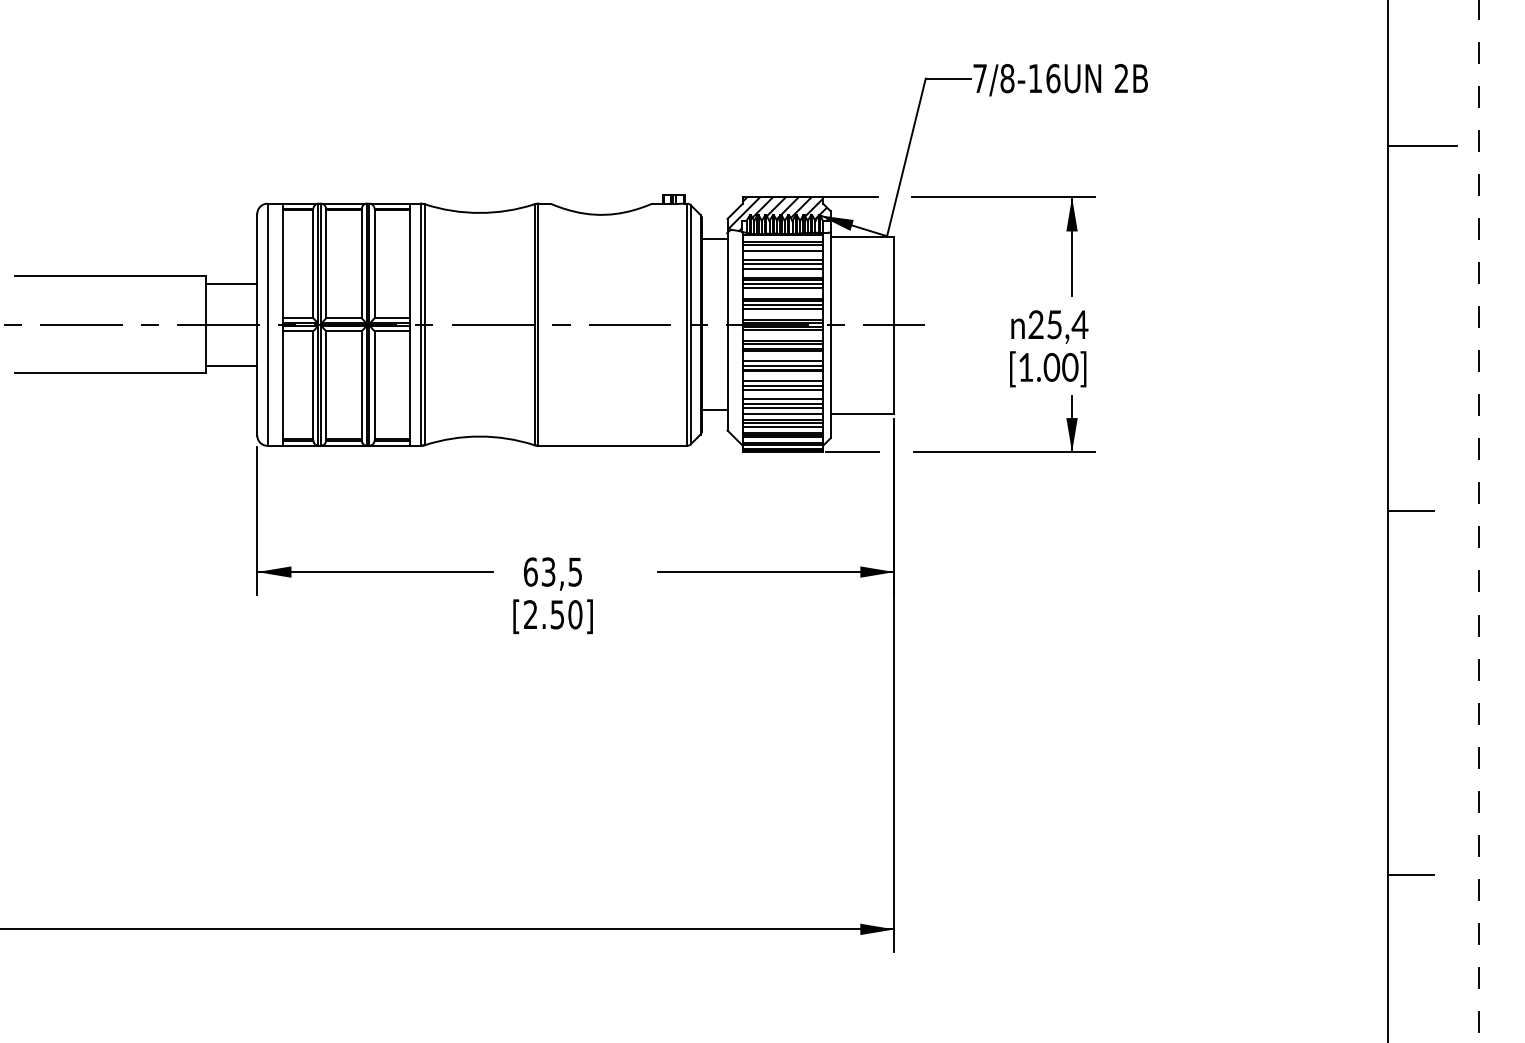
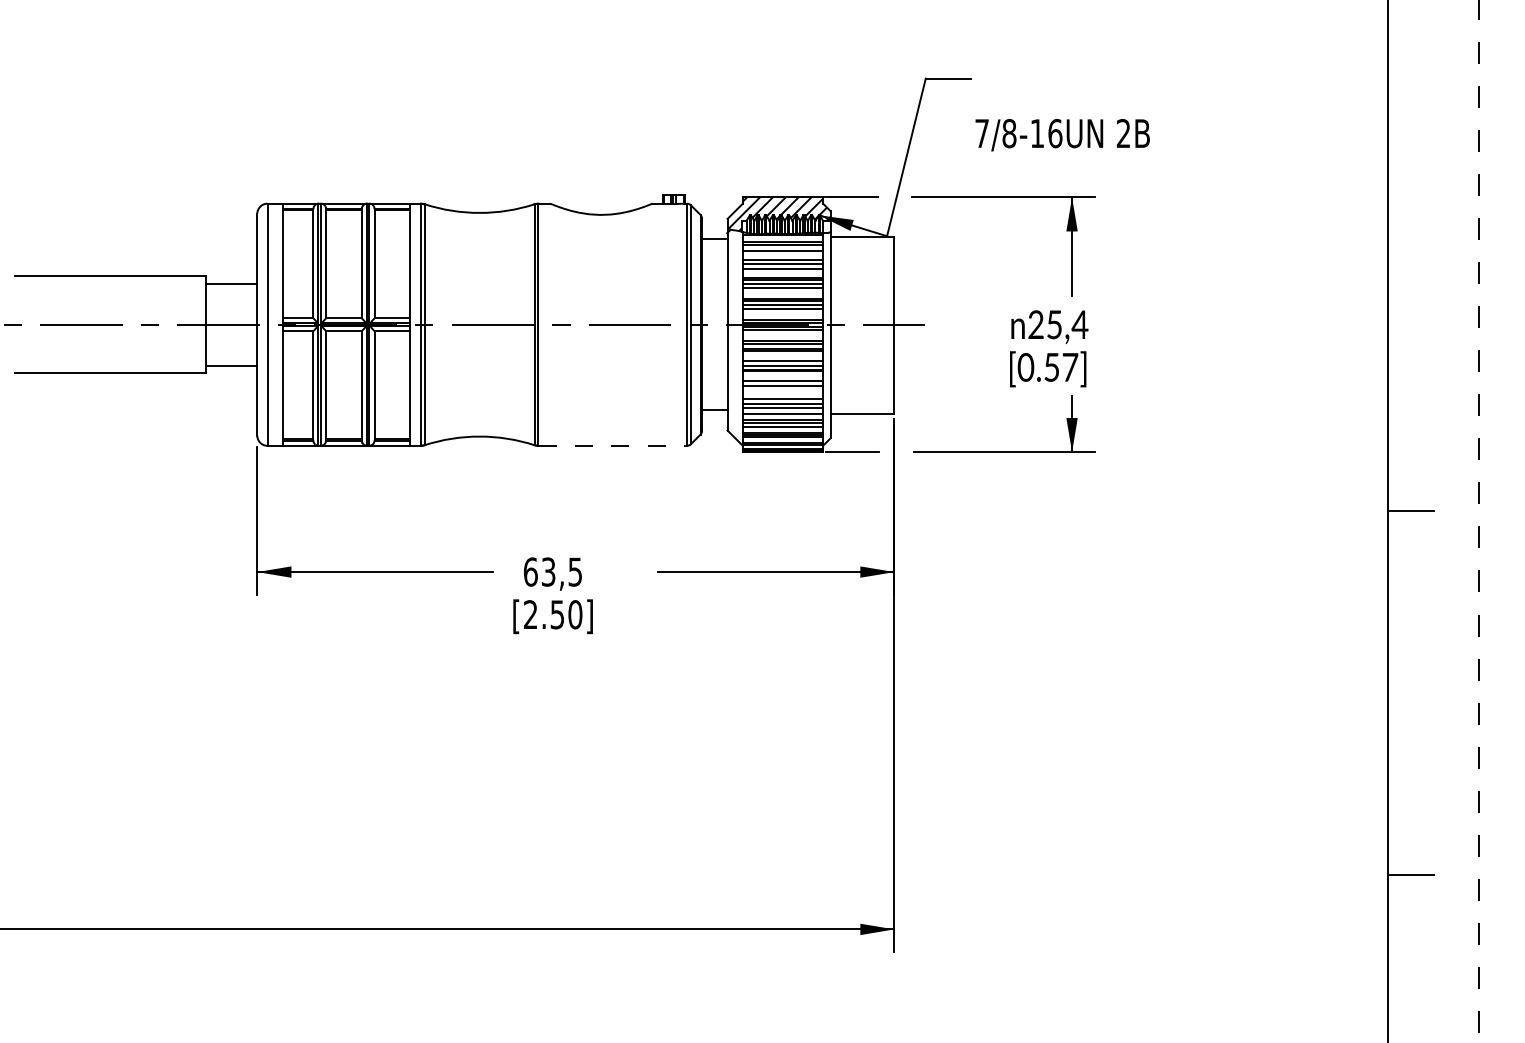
text at (1060, 80) position: (1060, 80) -> (1062, 135)
line at (1422, 146): present -> none
text at (1047, 367): [1.00] -> [0.57]
line at (782, 389): present -> none
line at (613, 445): solid -> dashed
